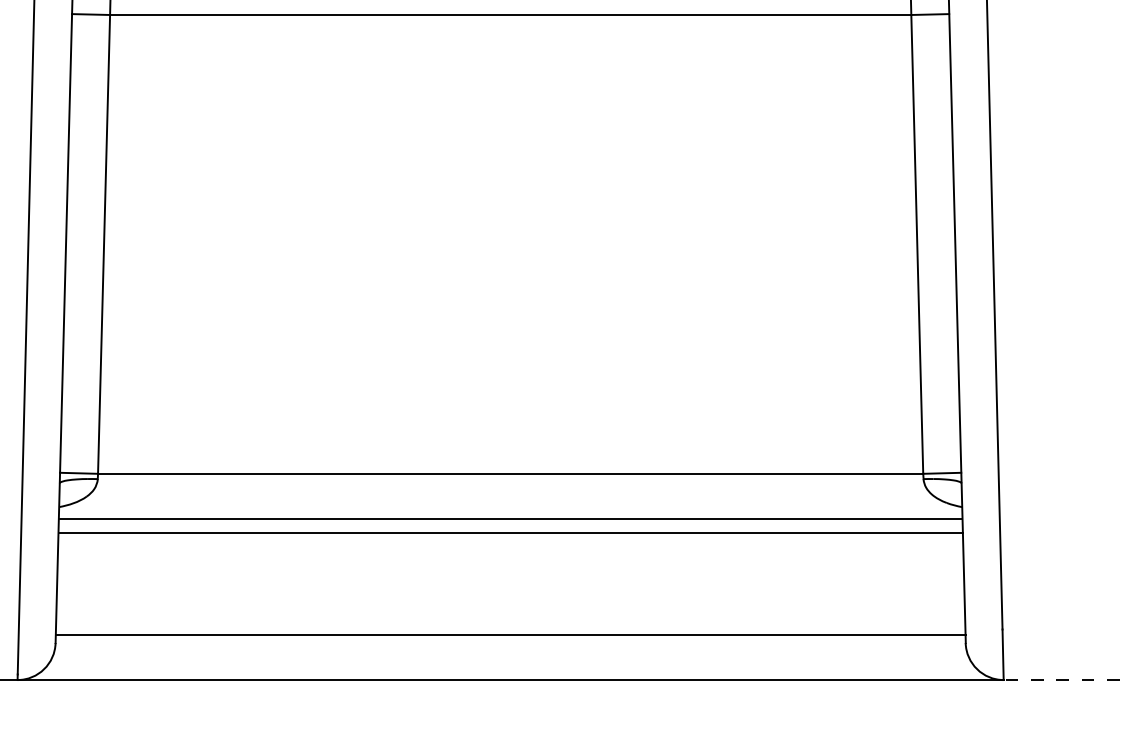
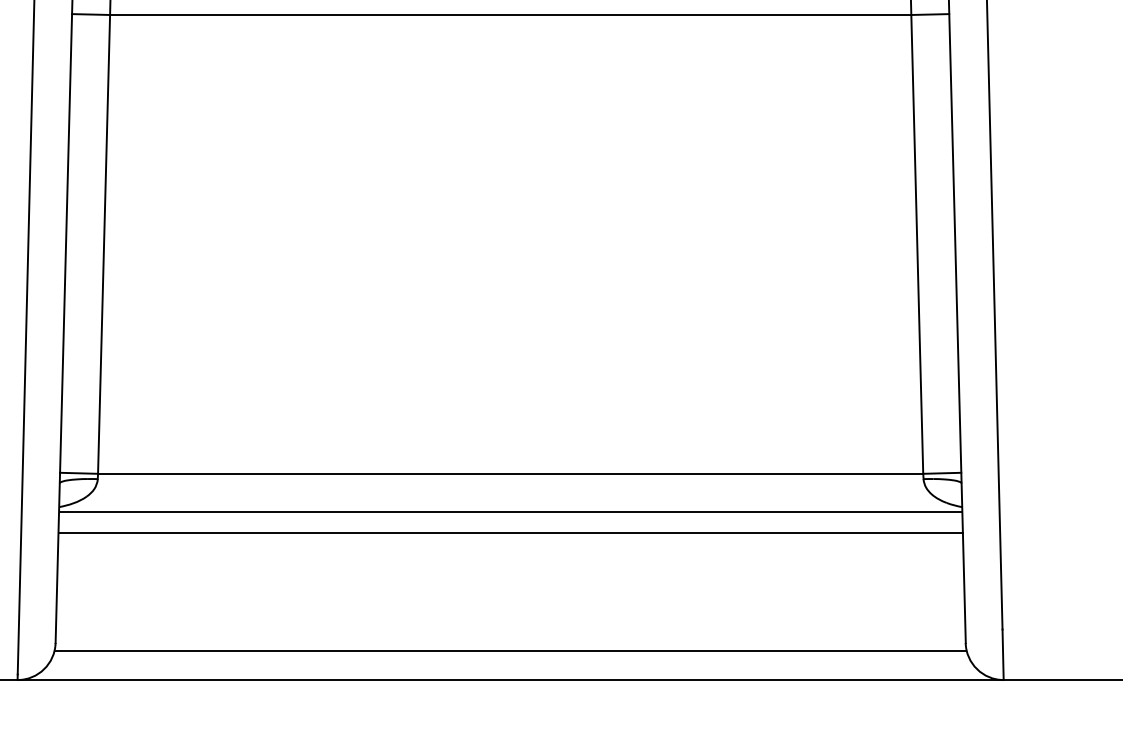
line at (510, 518) position: (510, 518) -> (510, 511)
line at (510, 635) position: (510, 635) -> (510, 651)
line at (1062, 680): dashed -> solid
